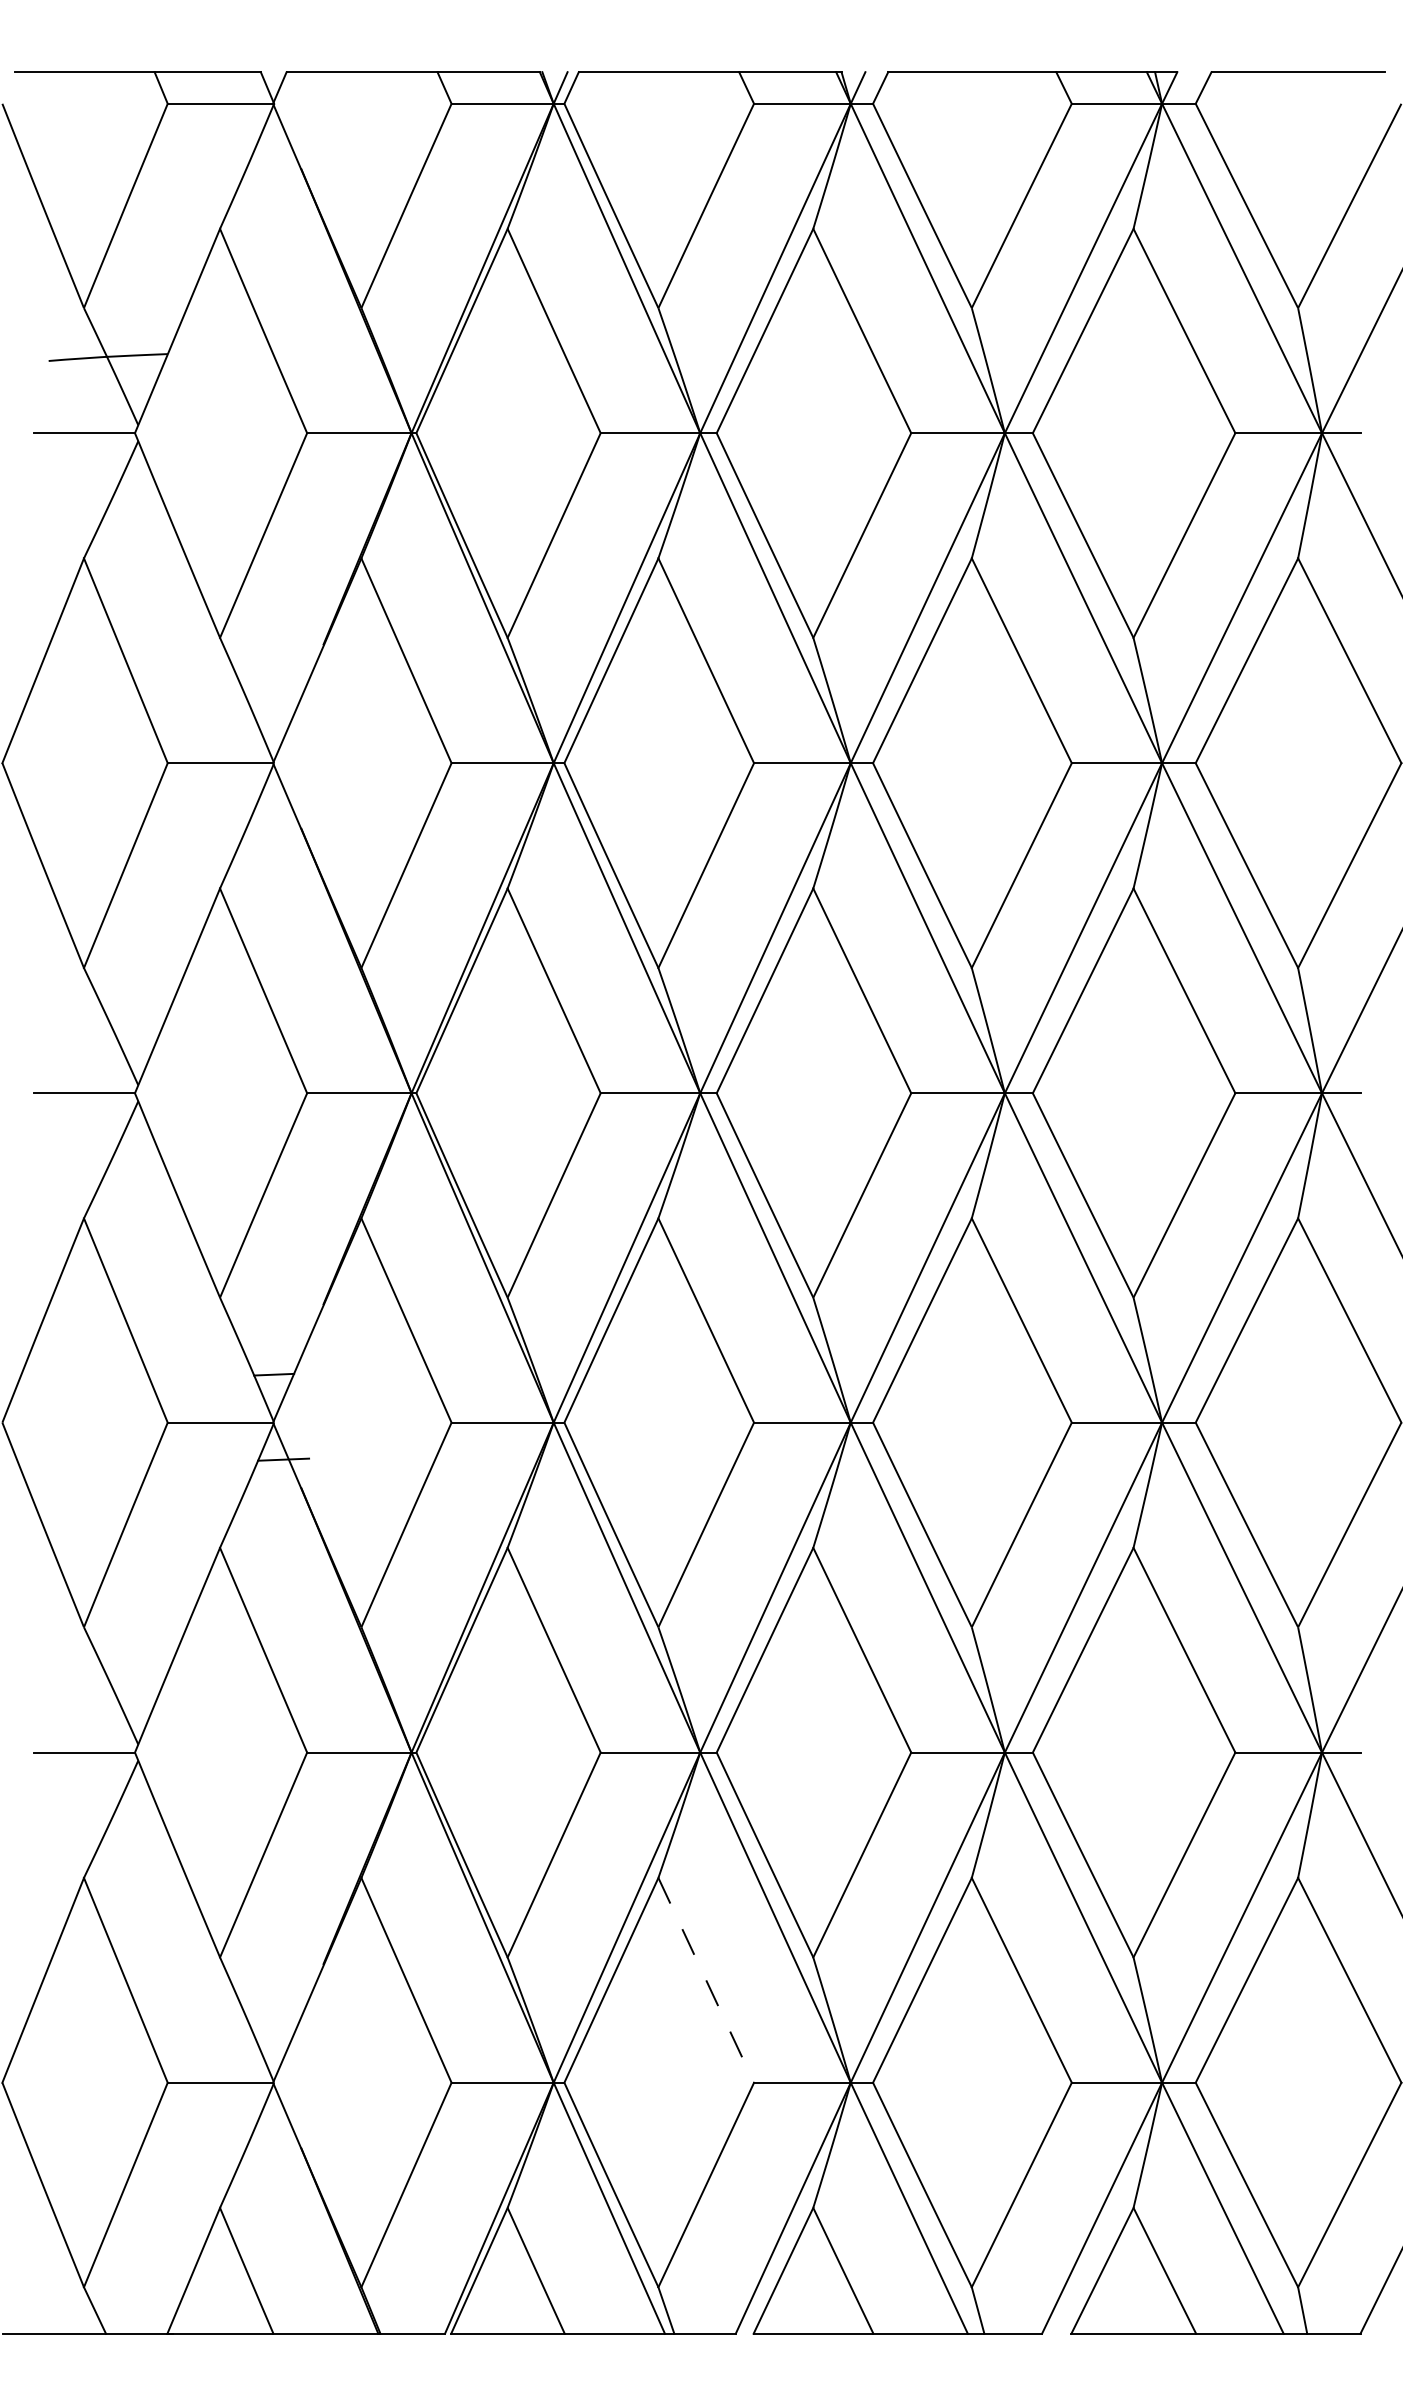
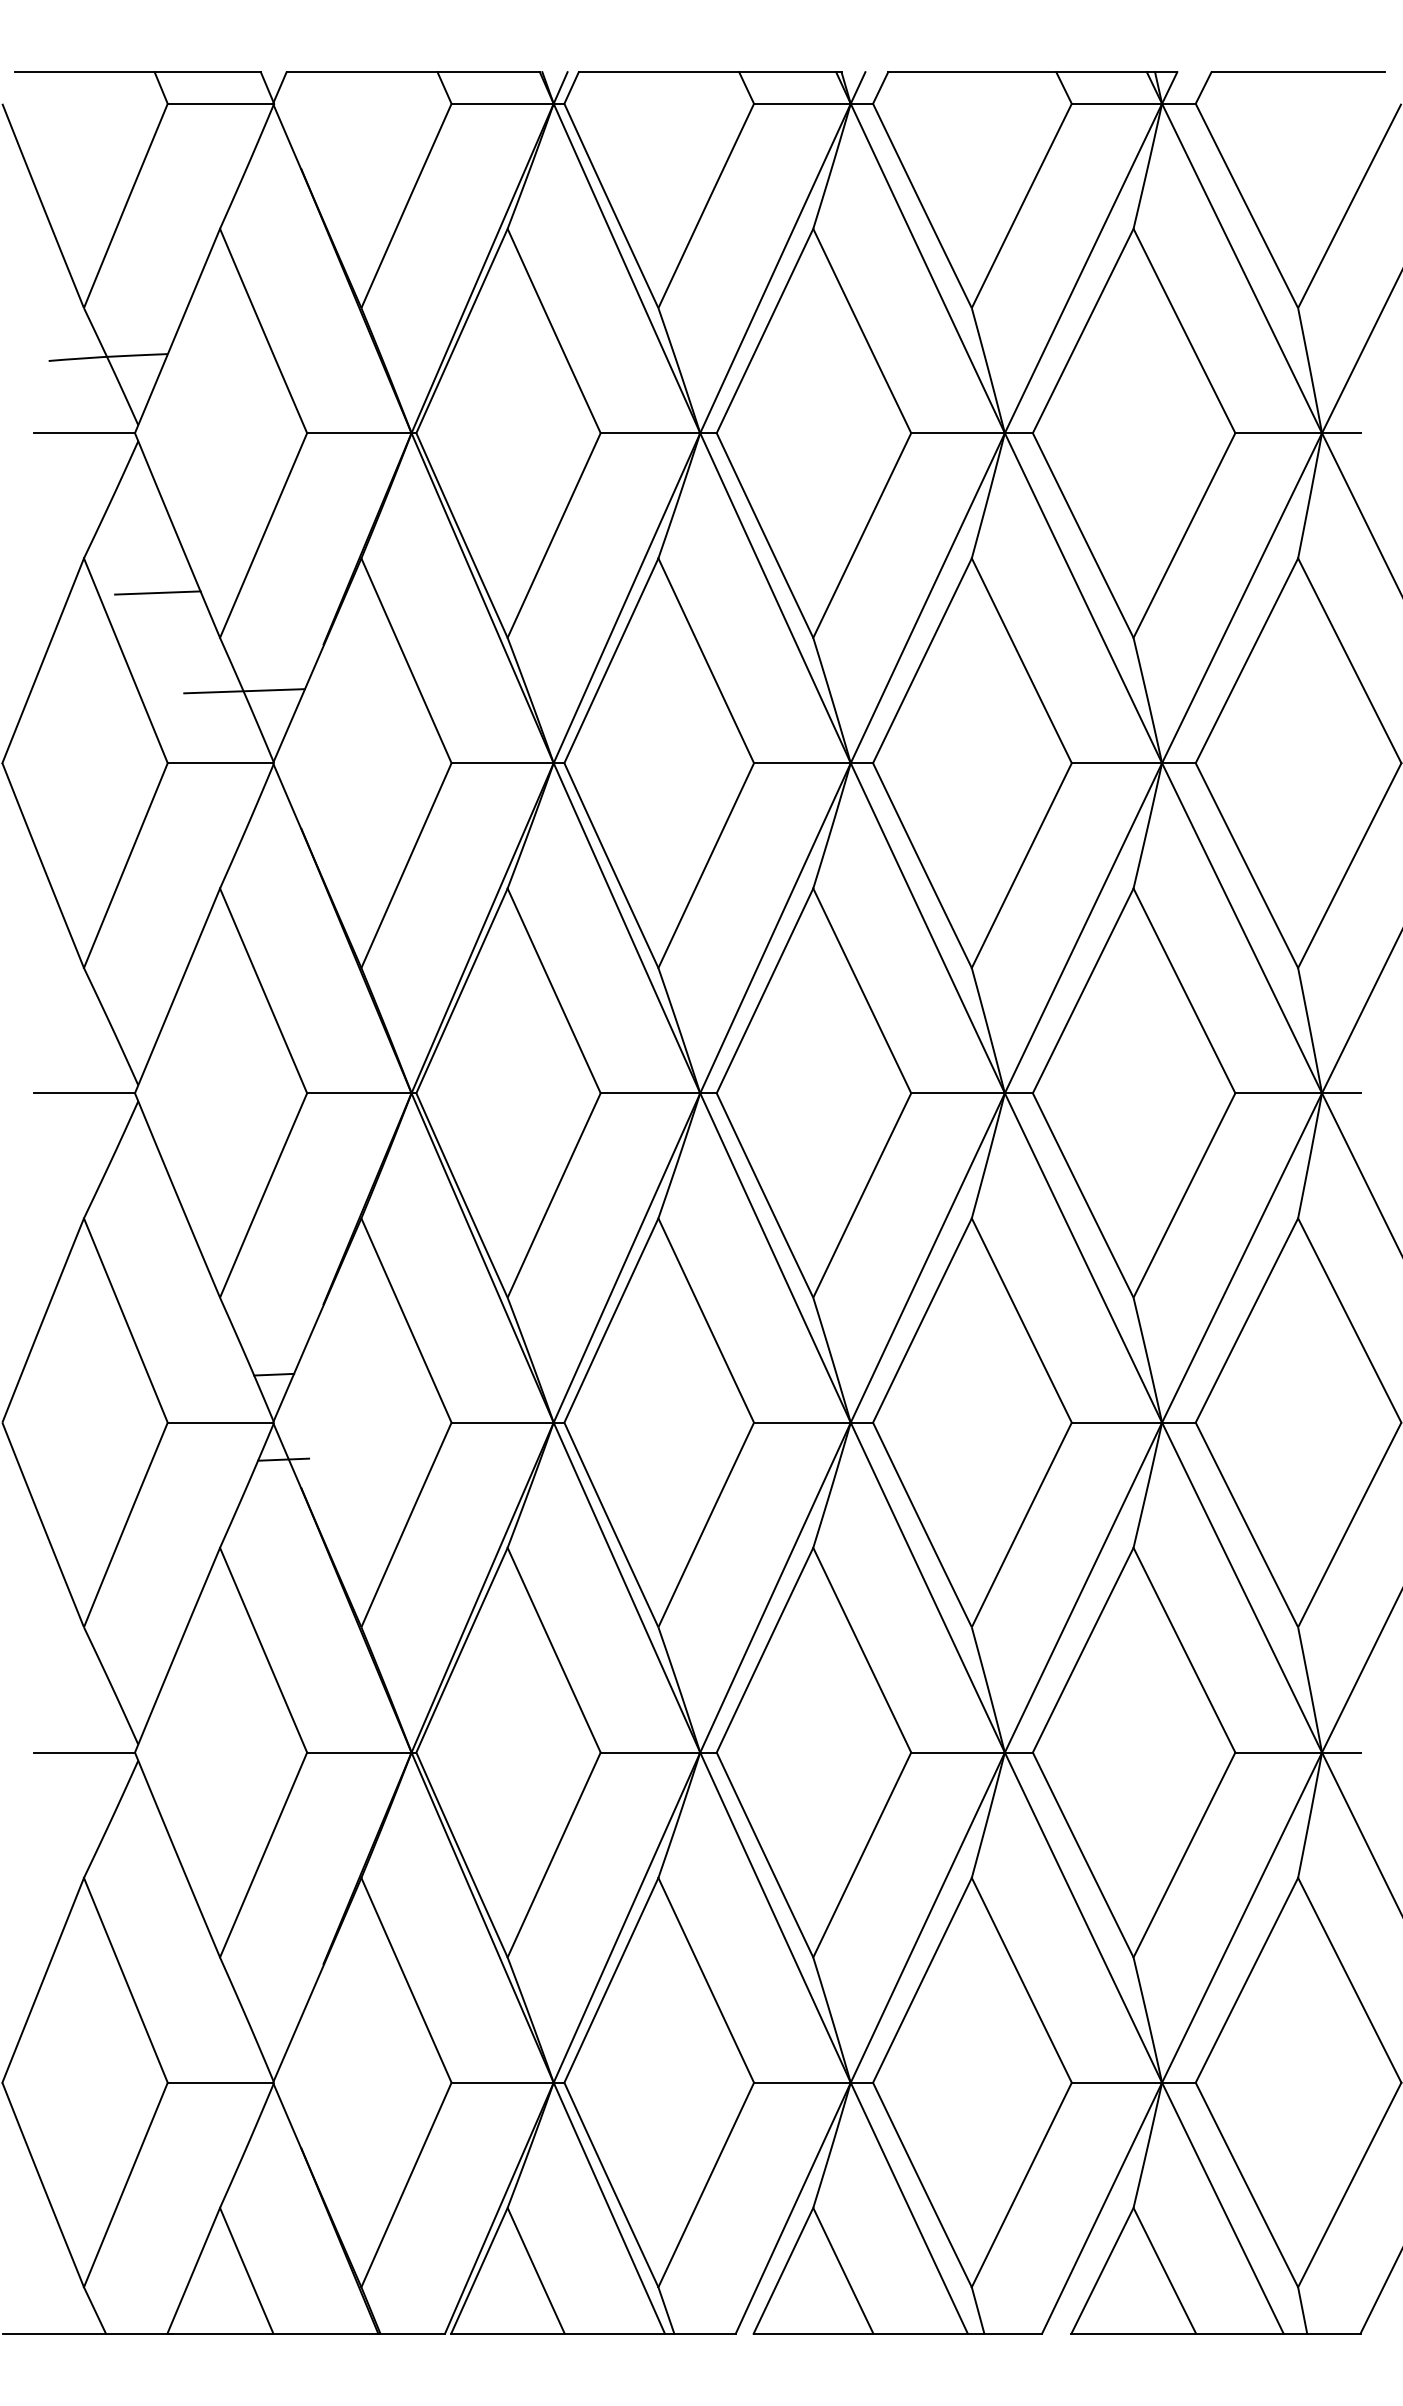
line at (157, 592): none -> present
line at (244, 691): none -> present
line at (706, 1980): dashed -> solid
